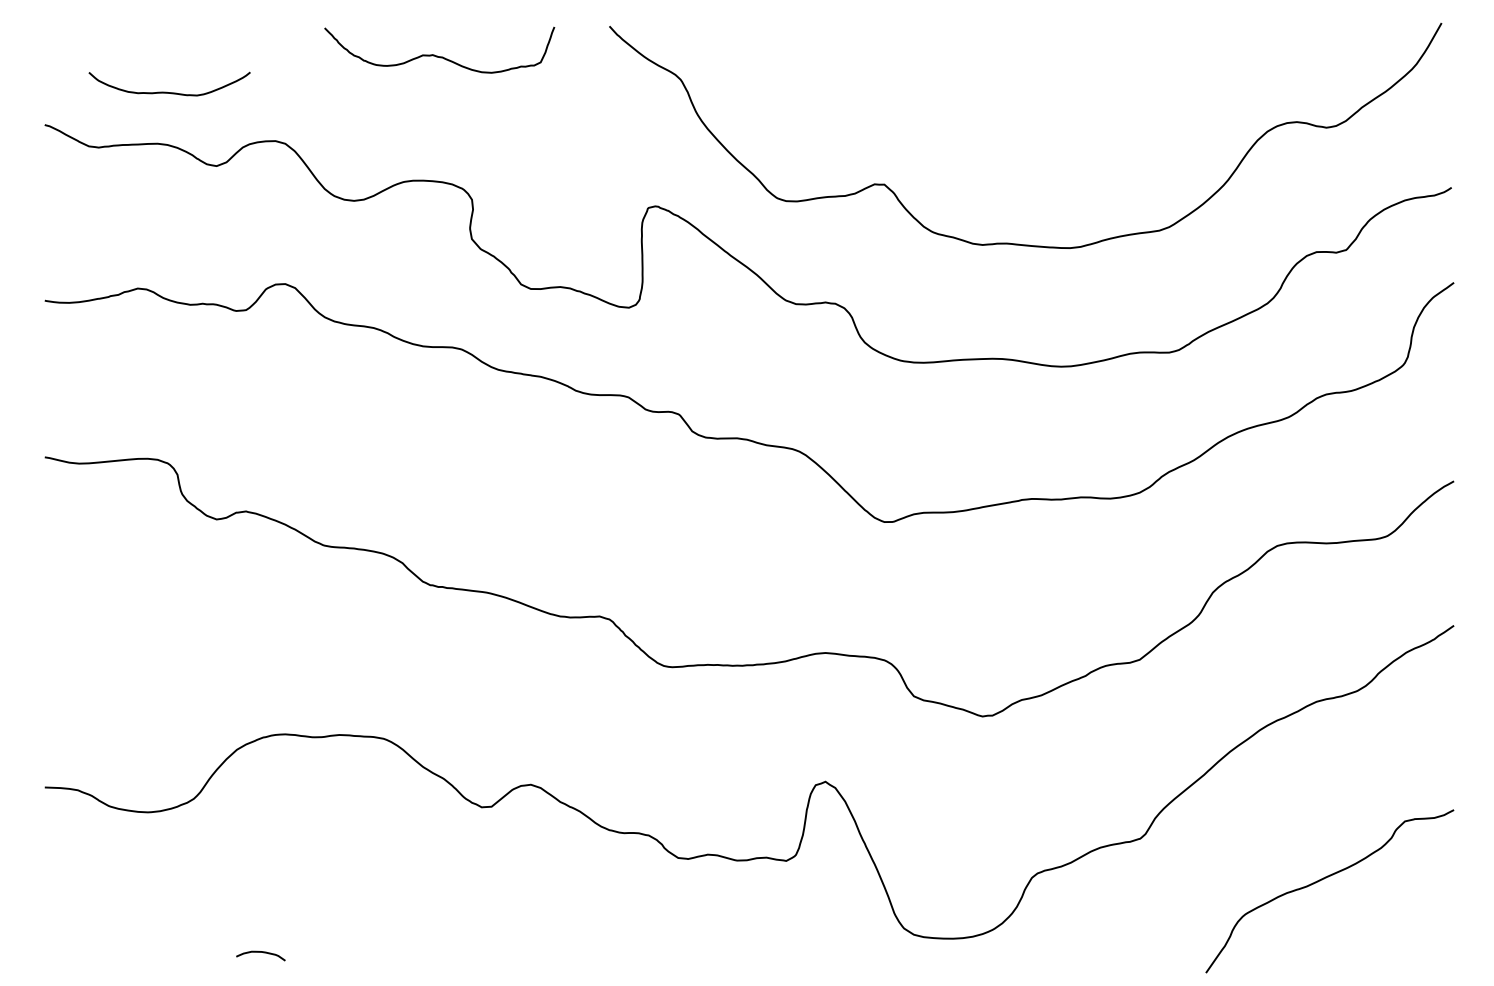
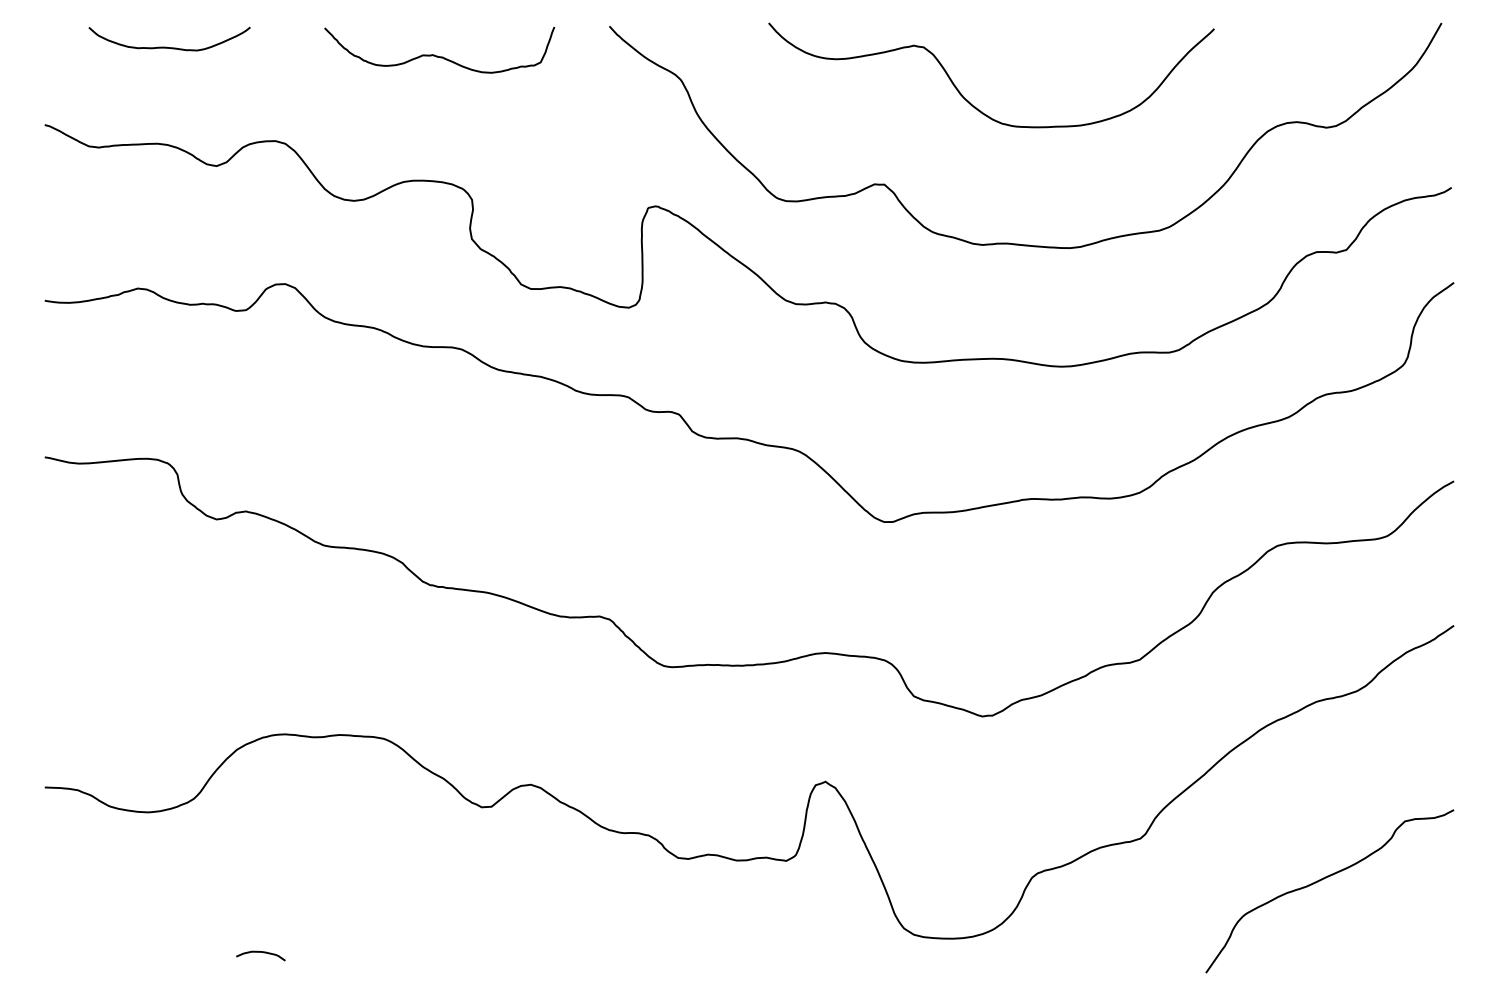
curve at (166, 91) position: (166, 91) -> (166, 46)
curve at (967, 99): none -> present
